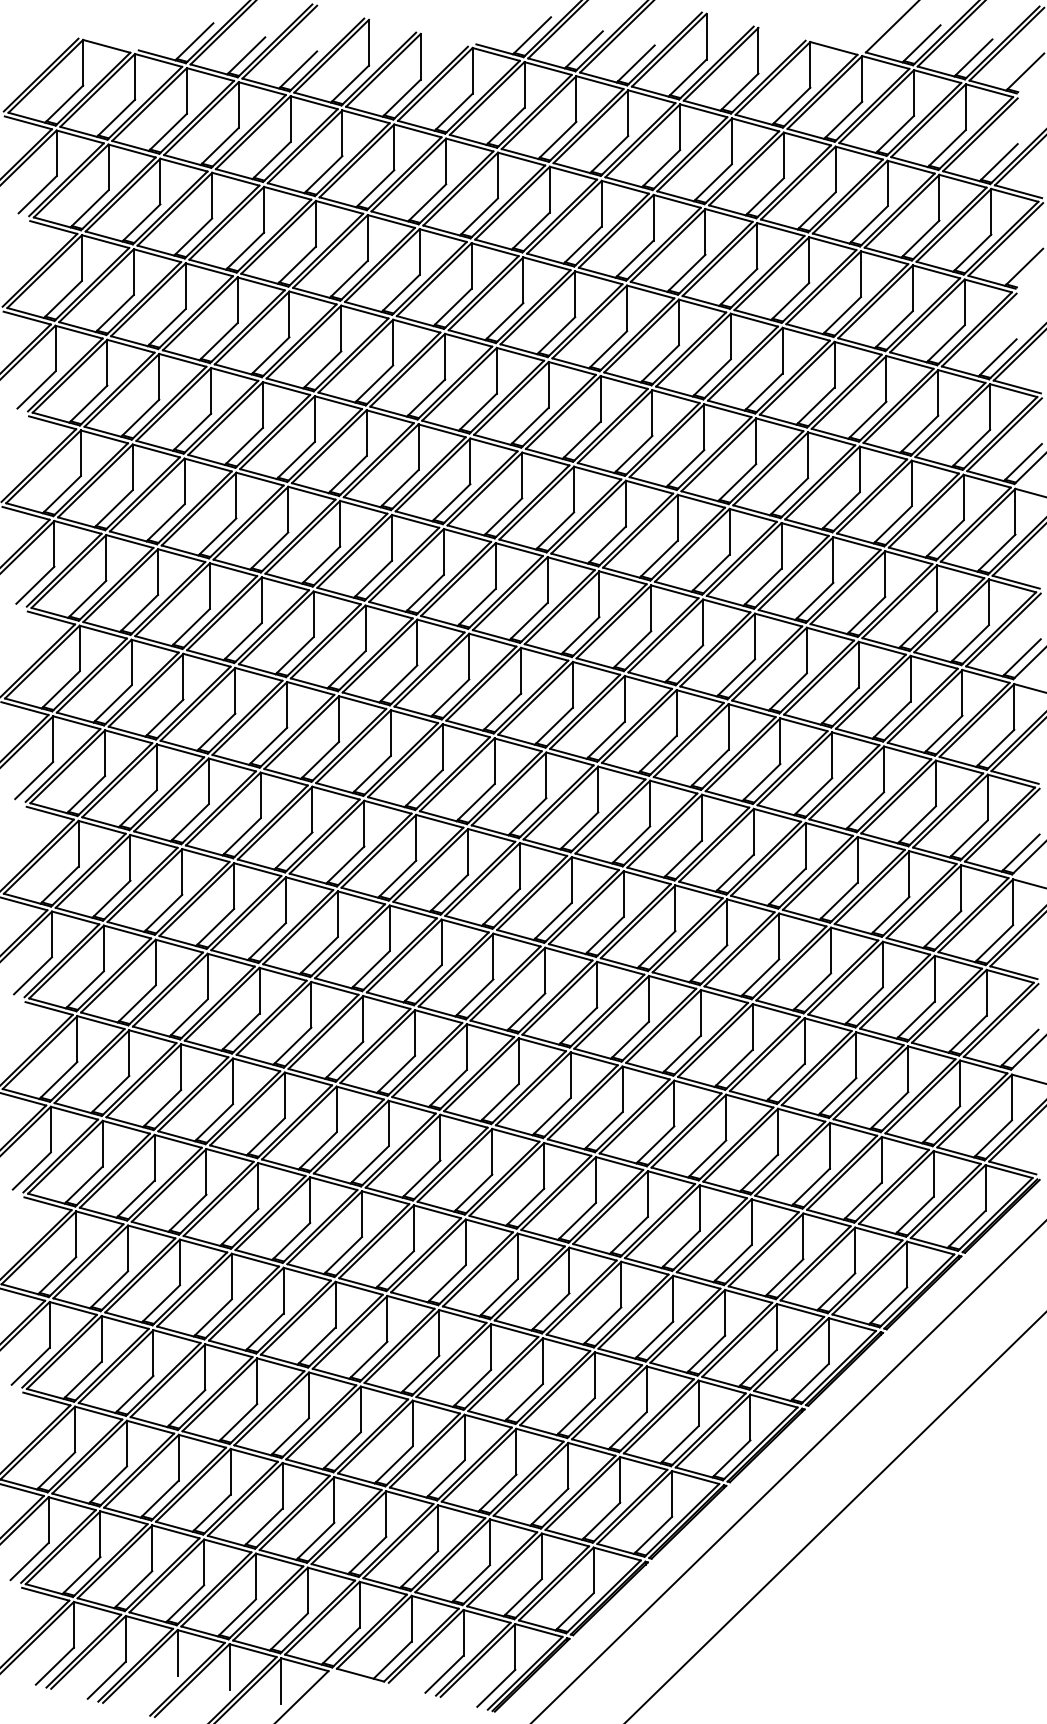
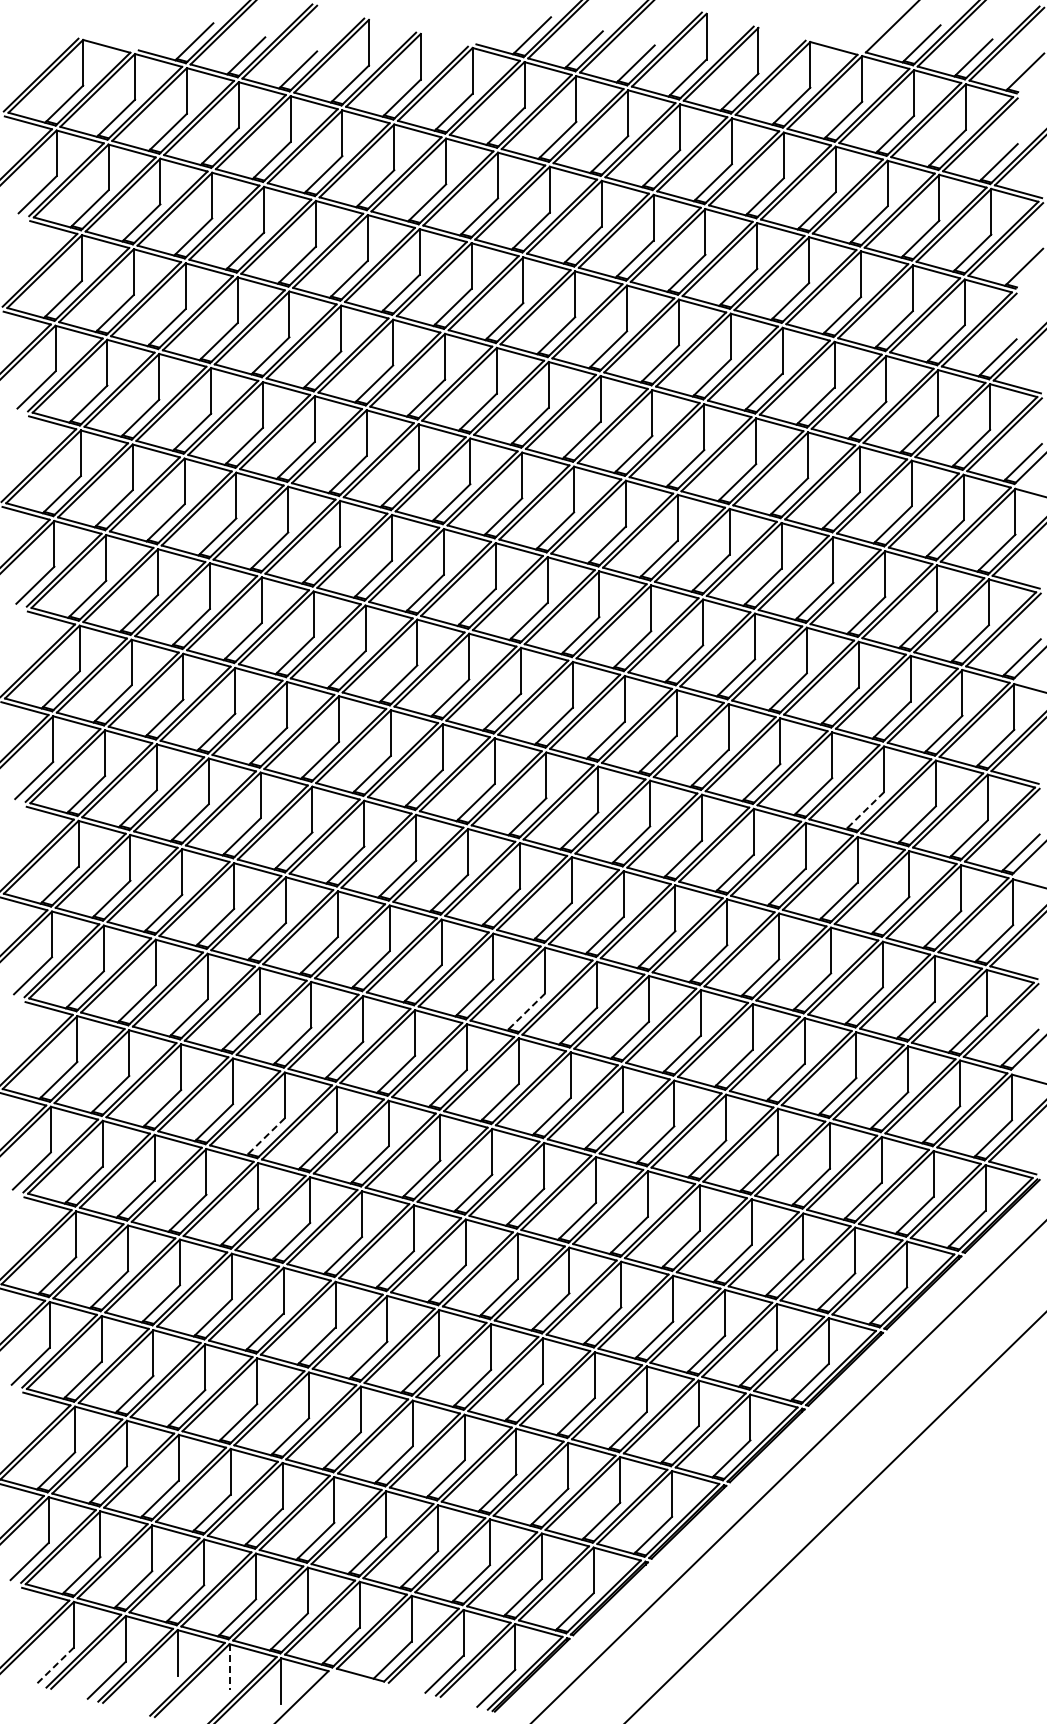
line at (865, 810): solid -> dashed
line at (526, 1012): solid -> dashed
line at (265, 1136): solid -> dashed
line at (54, 1666): solid -> dashed
line at (229, 1667): solid -> dashed
